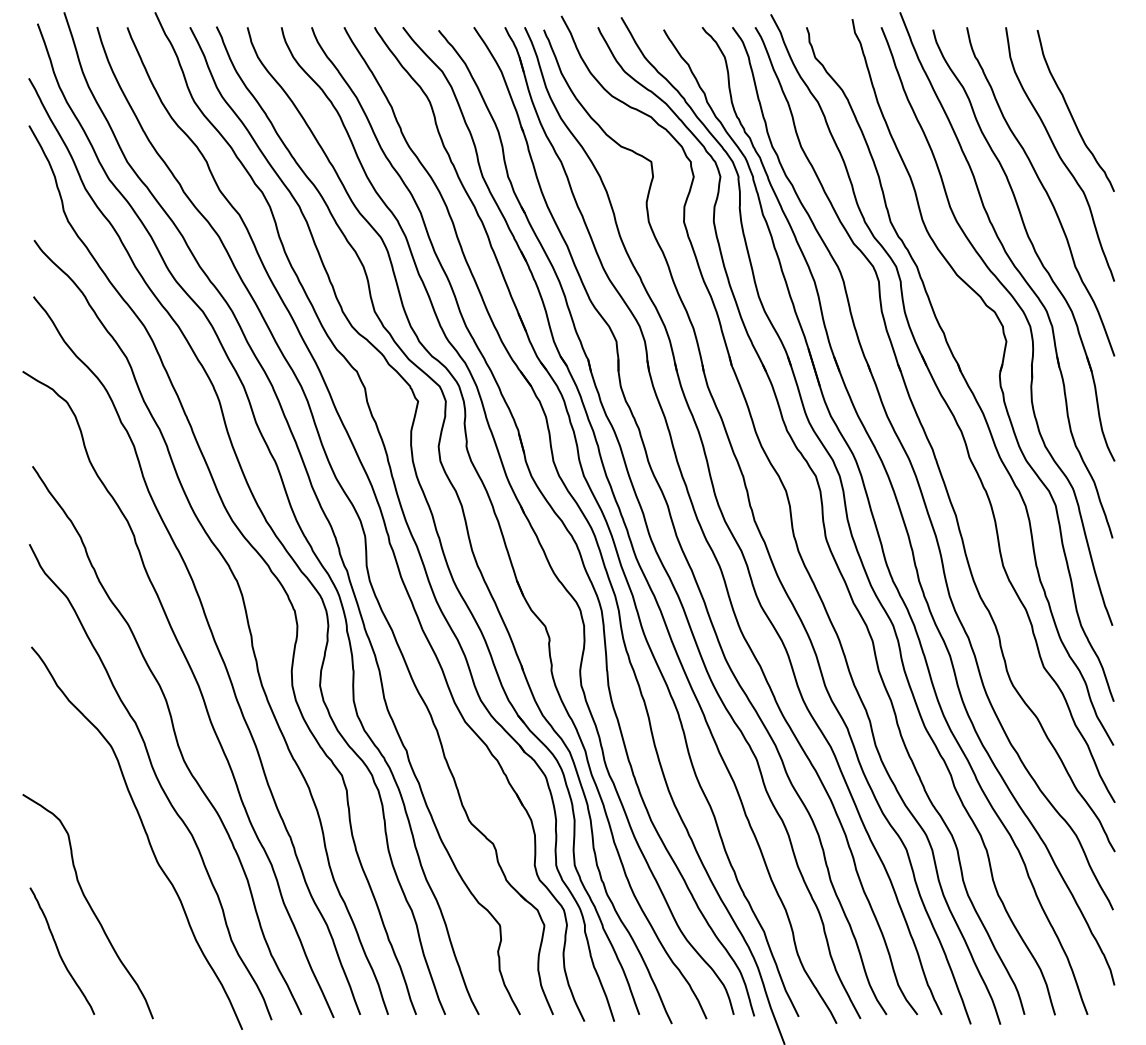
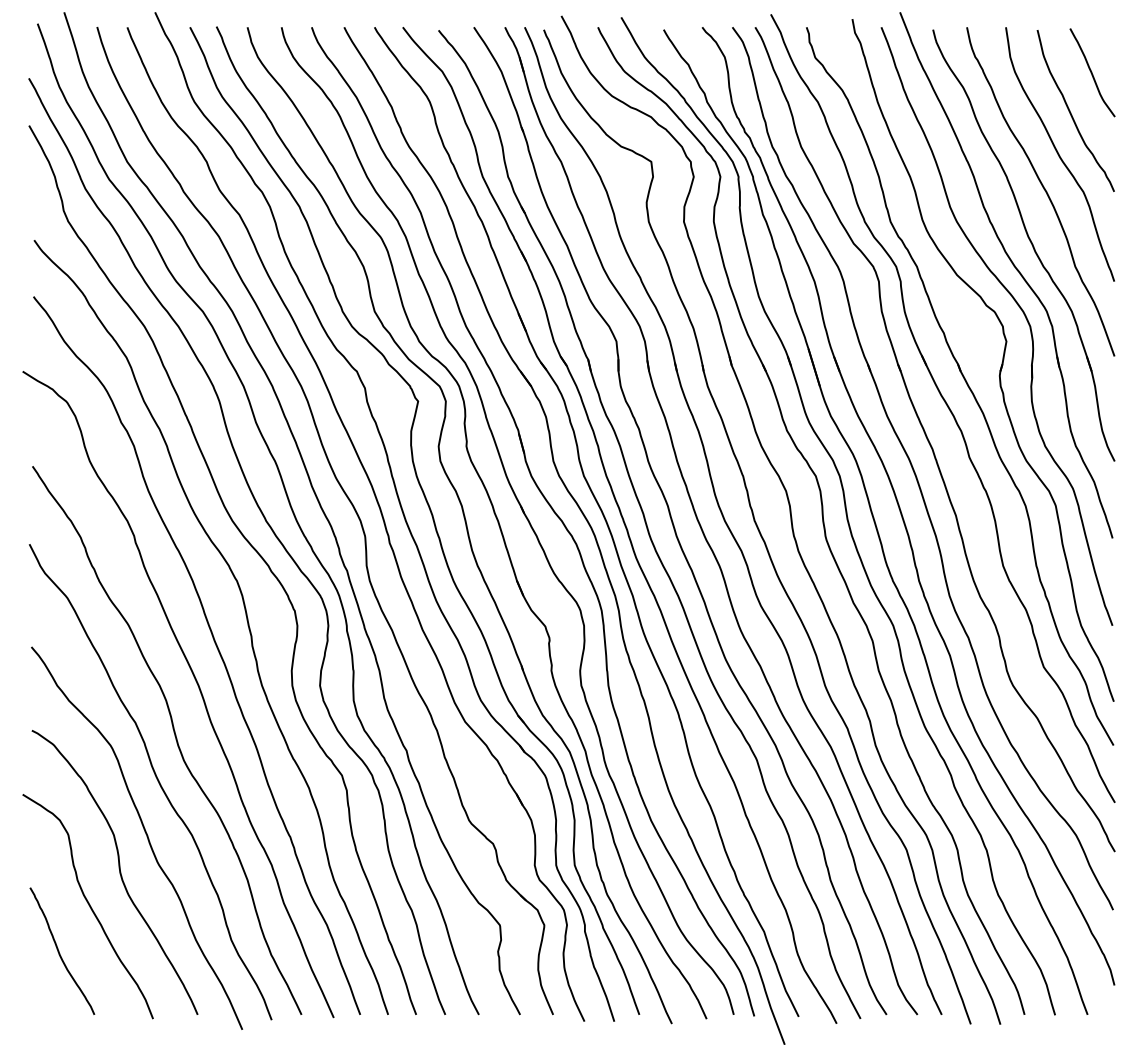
curve at (1092, 72): none -> present
curve at (119, 872): none -> present
